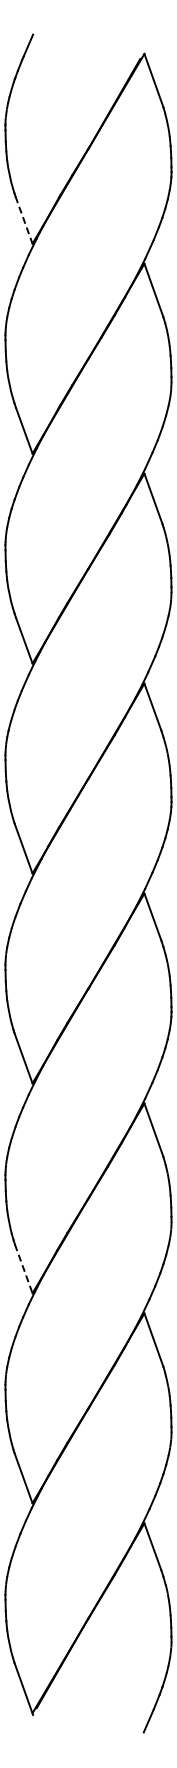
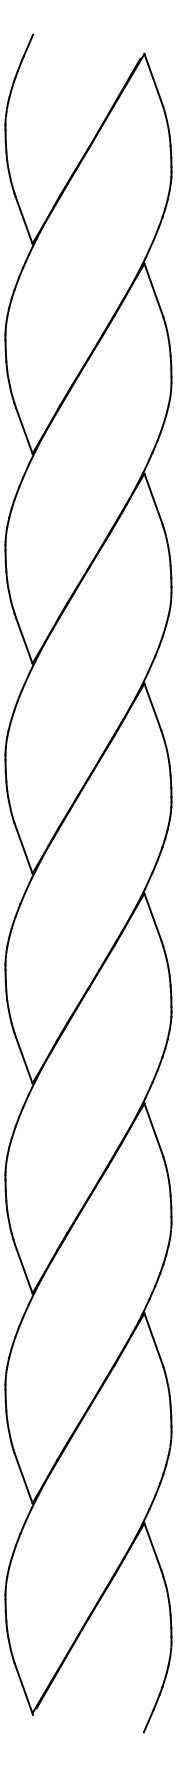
line at (24, 220): dashed -> solid
line at (23, 1268): dashed -> solid
